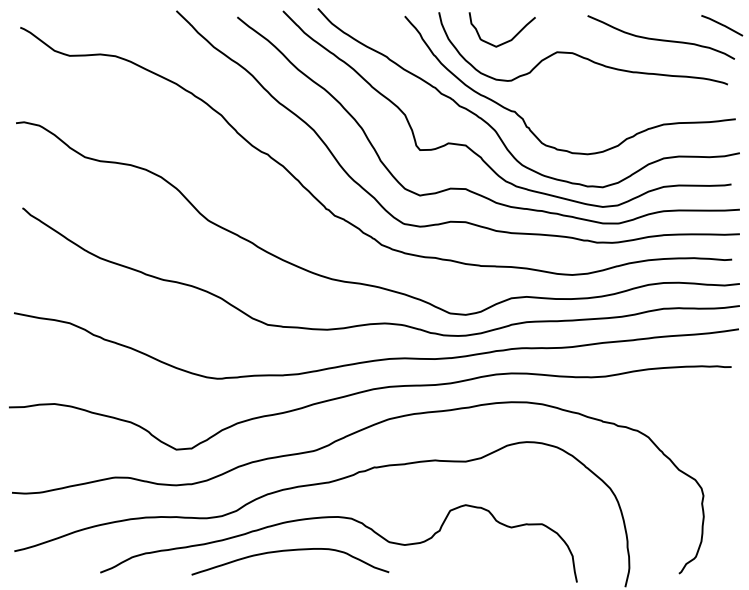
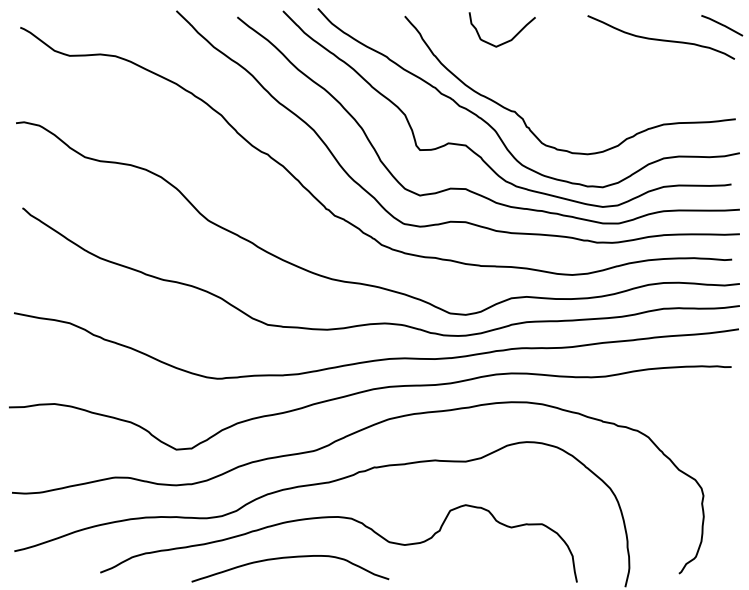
curve at (581, 55): present -> none
curve at (290, 551) position: (290, 551) -> (290, 558)
